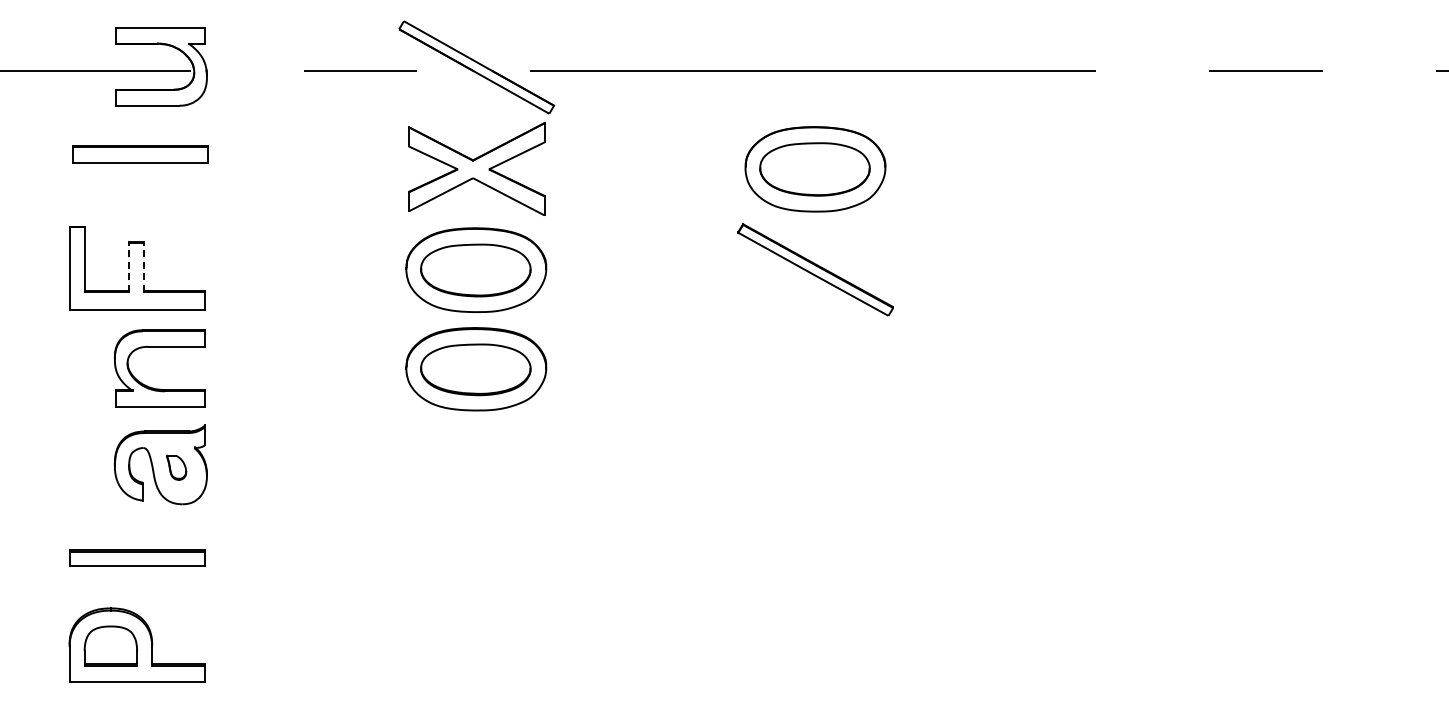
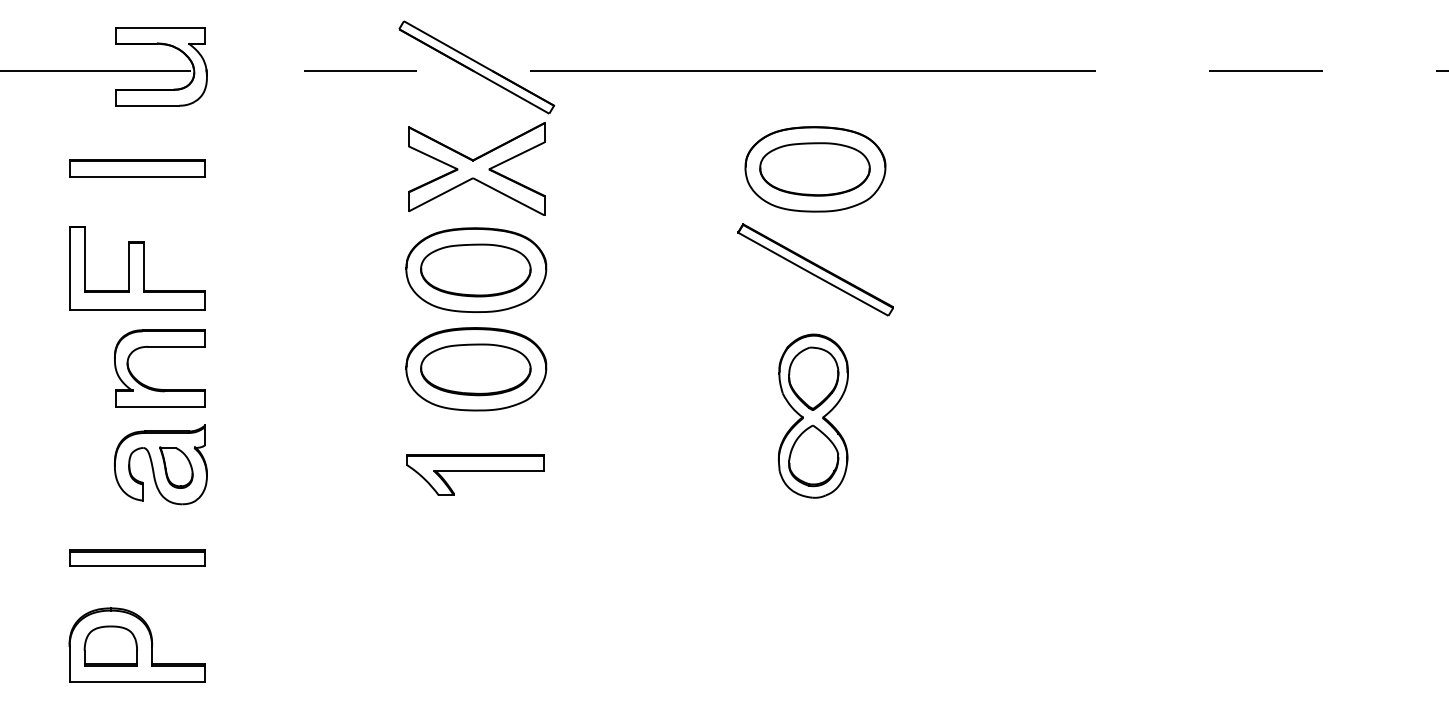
part at (140, 154) position: (140, 154) -> (137, 168)
line at (129, 266): dashed -> solid
line at (144, 266): dashed -> solid
part at (812, 415): none -> present
part at (176, 467) size: 22x27 px -> 35x43 px
part at (475, 474): none -> present
